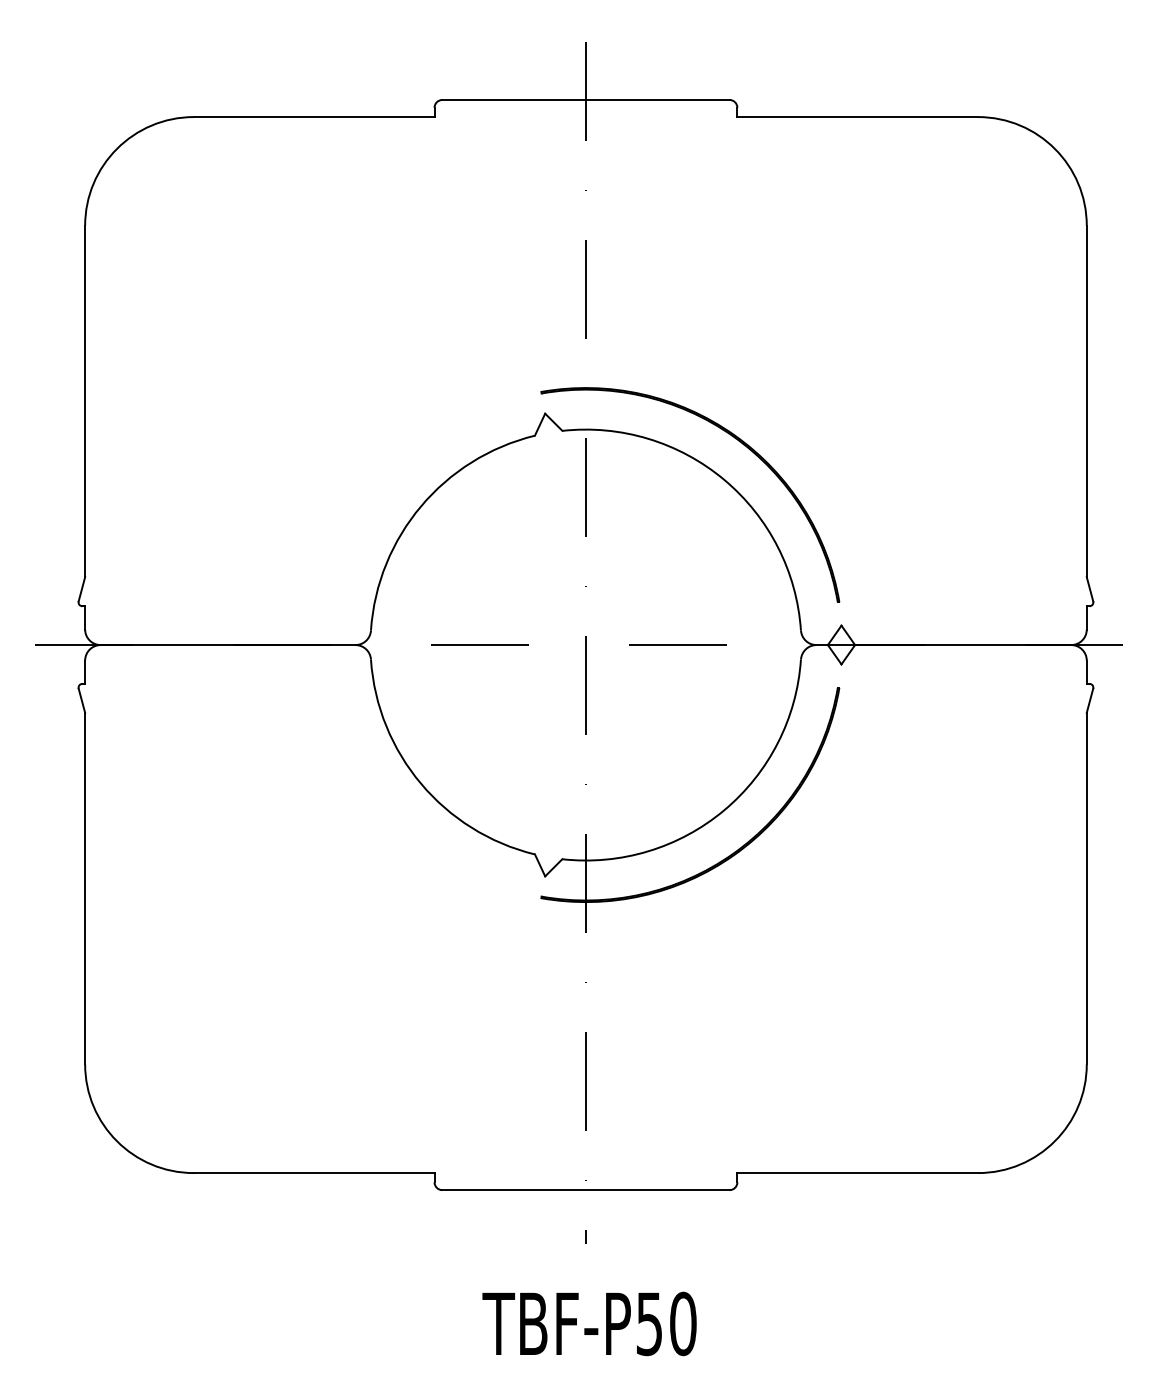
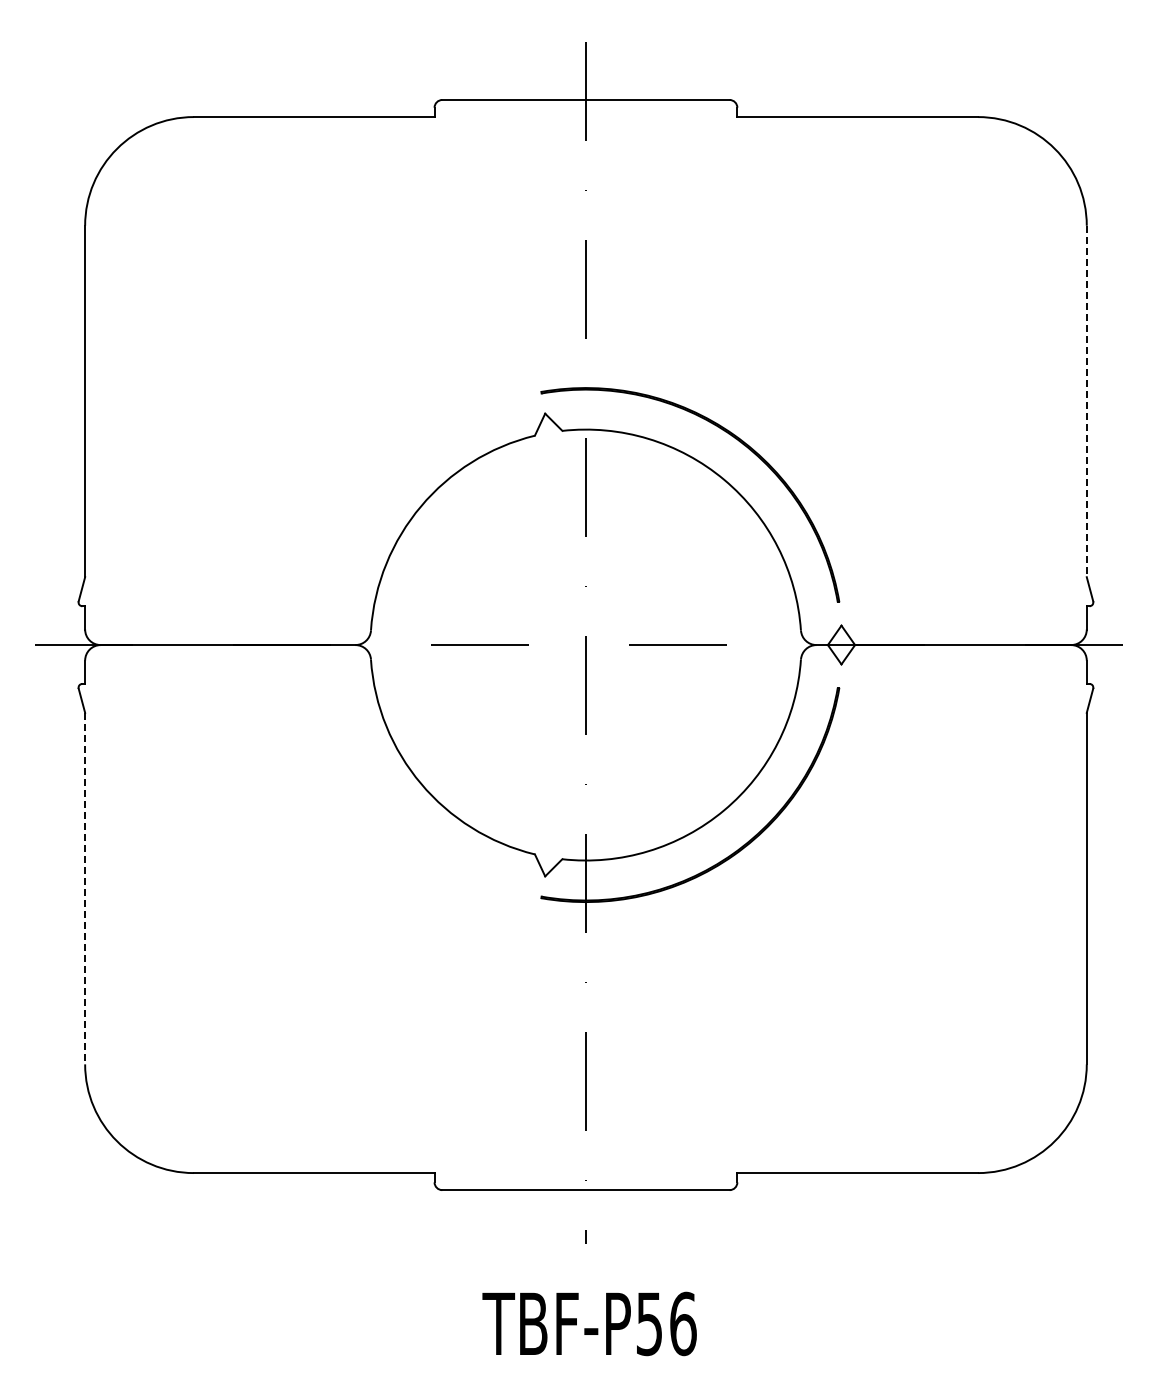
line at (1086, 401): solid -> dashed
line at (85, 888): solid -> dashed
text at (683, 1323): TBF-P50 -> TBF-P56
